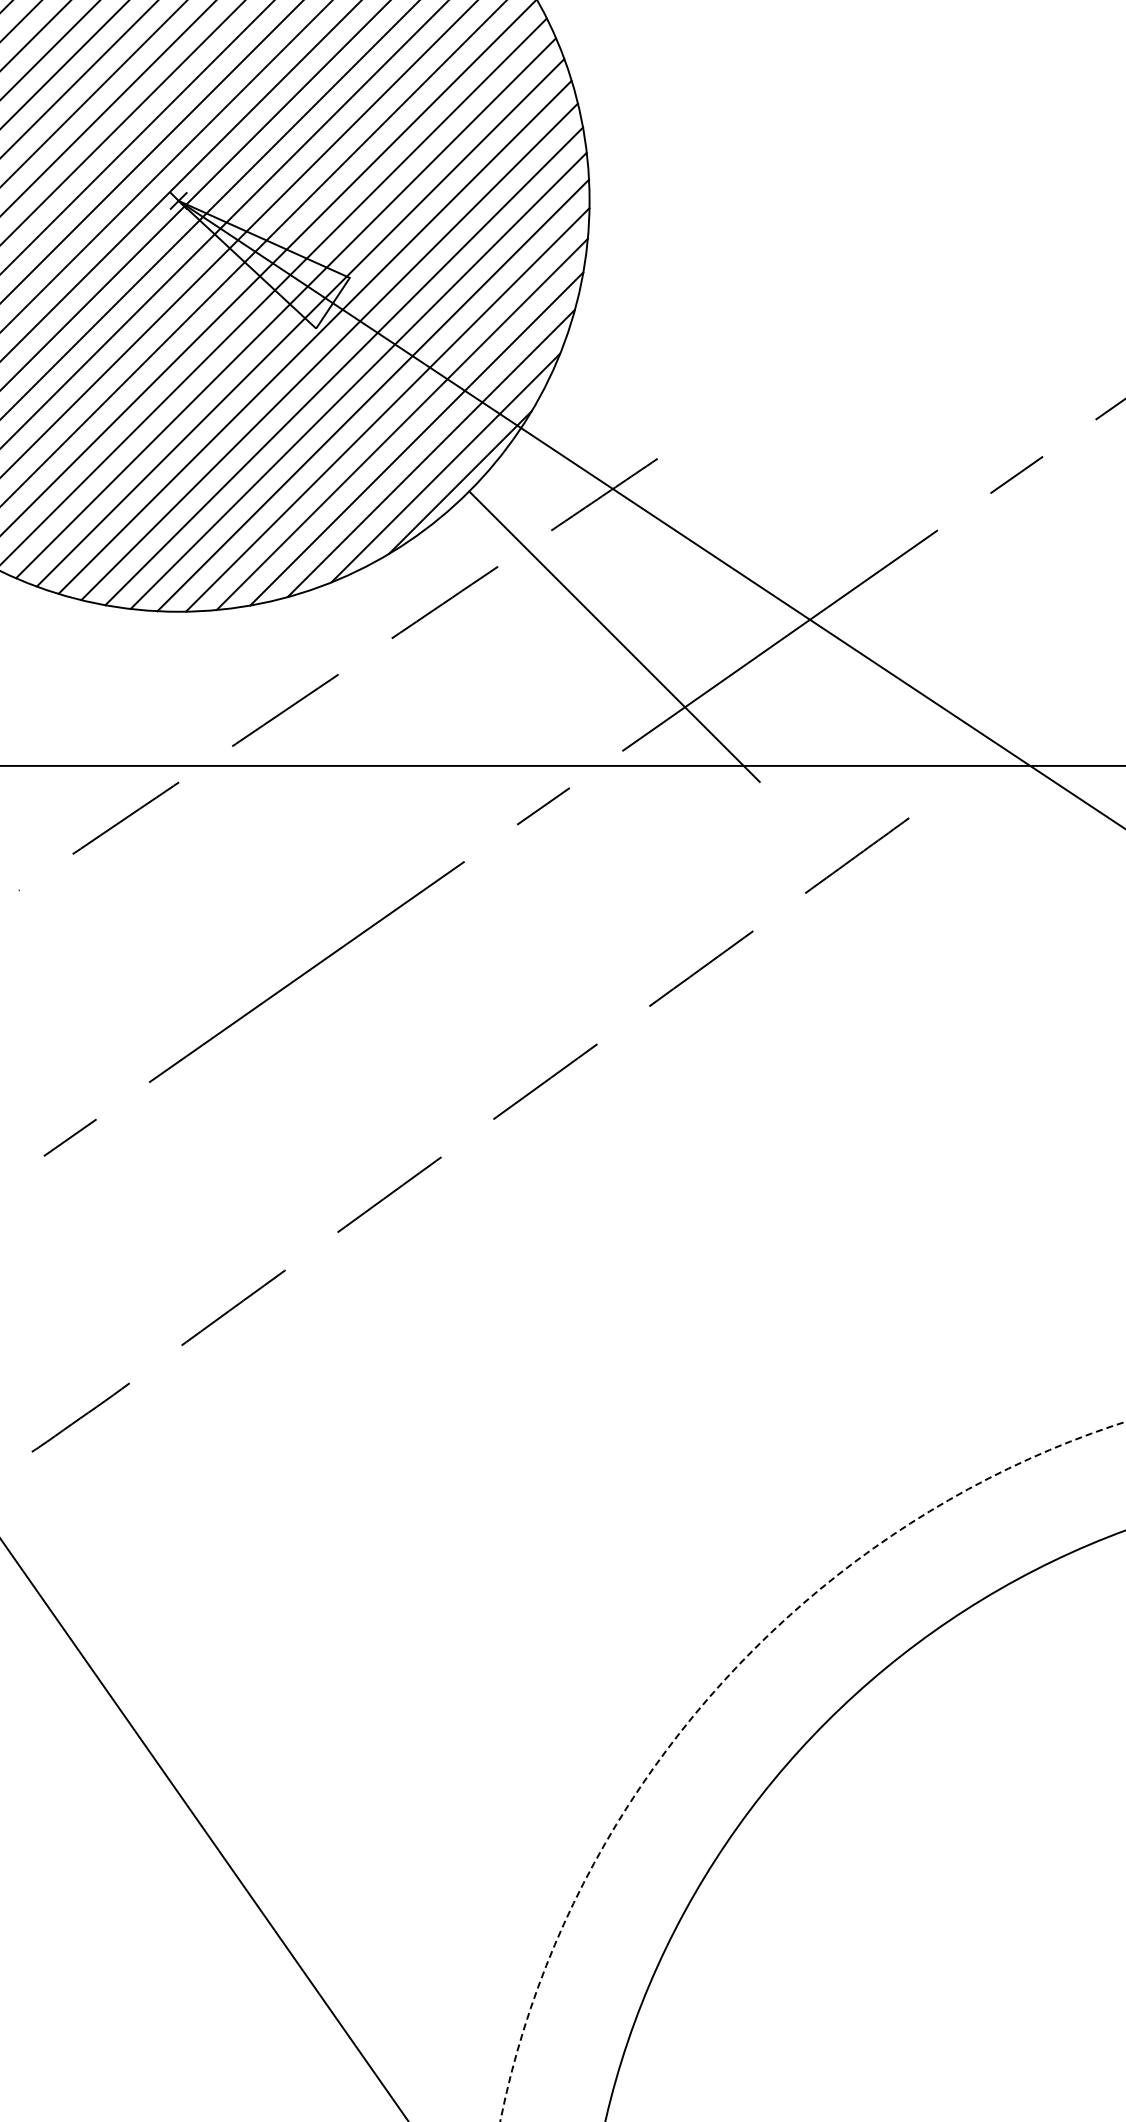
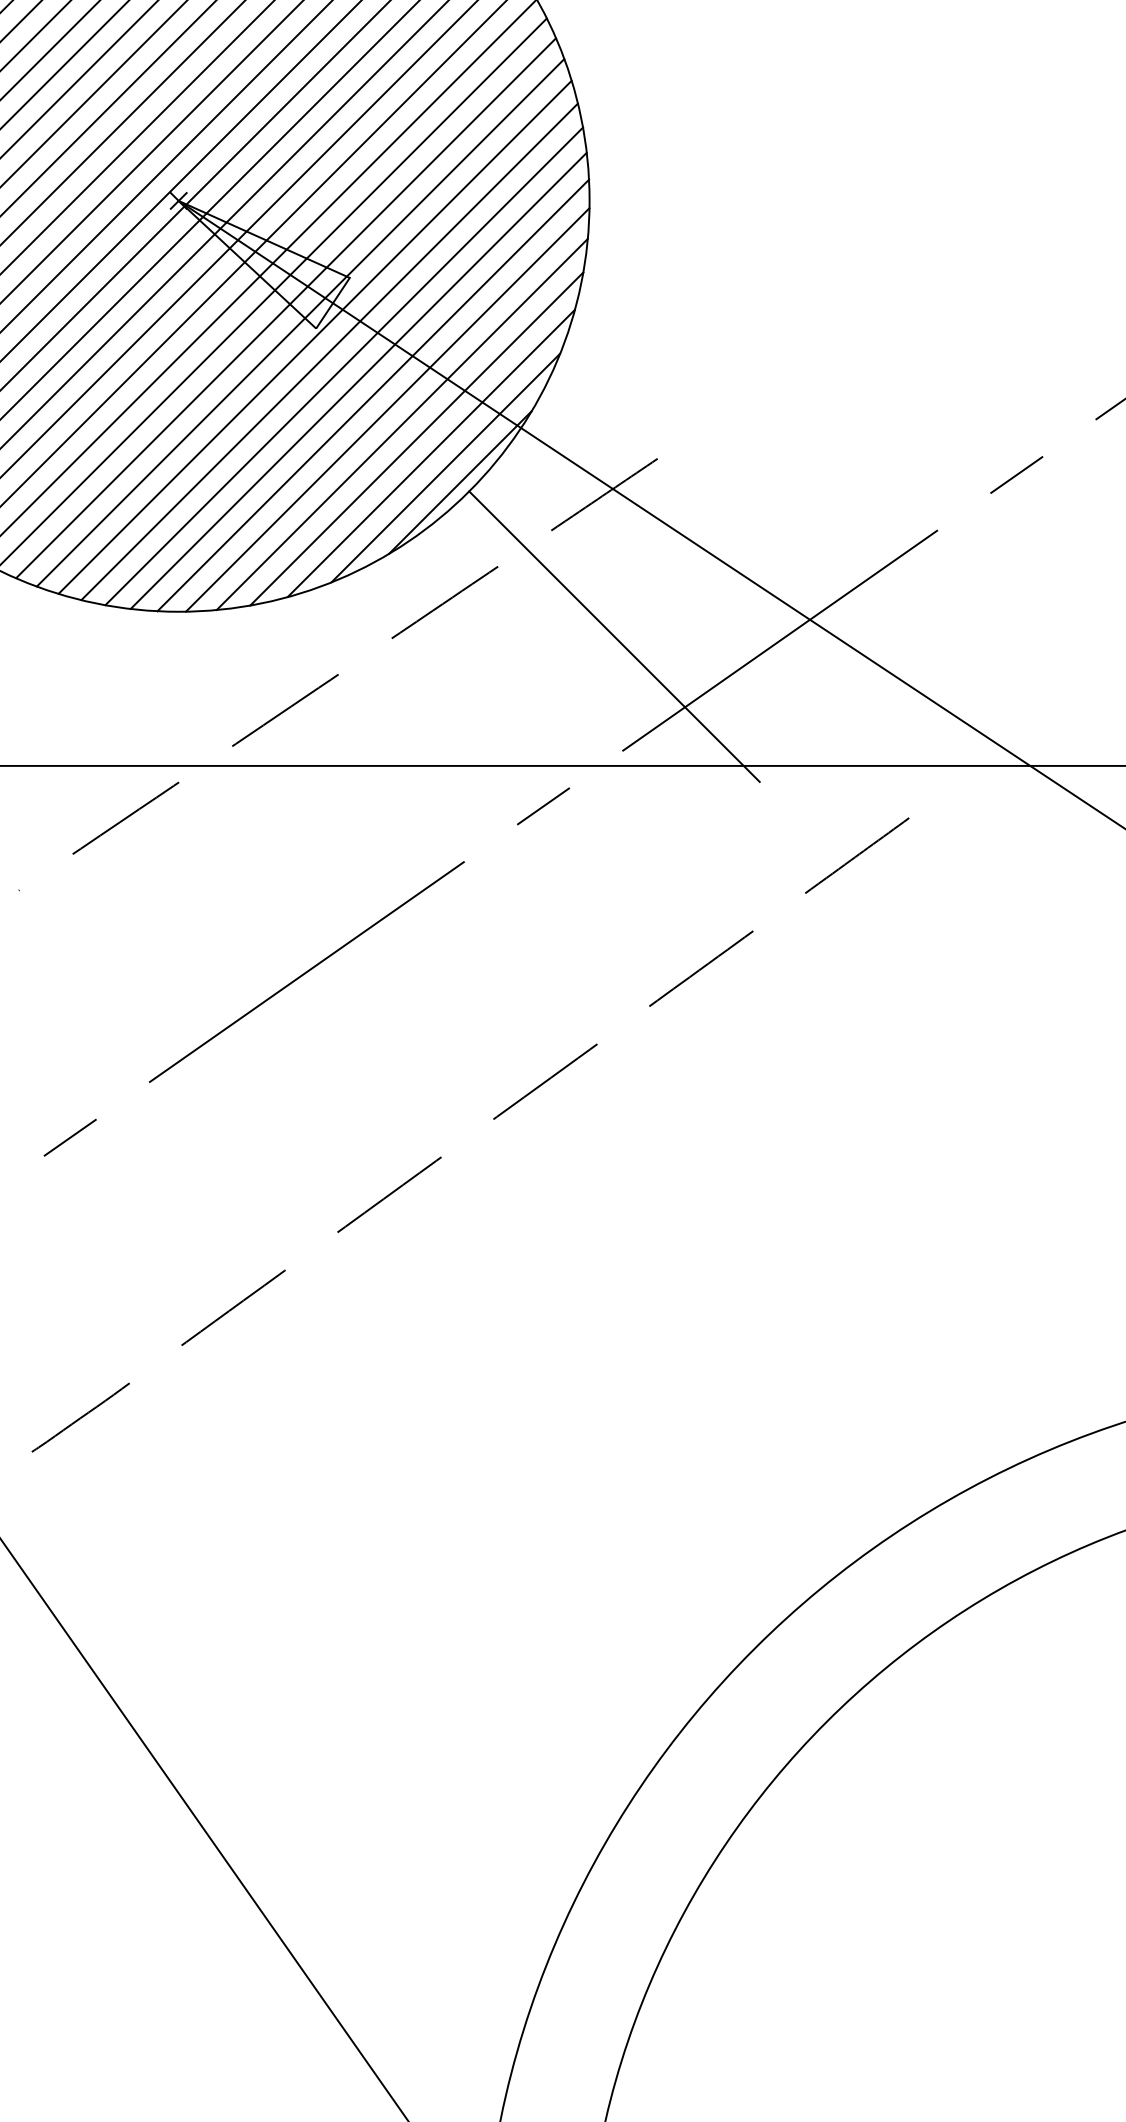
circle at (812, 1771): dashed -> solid
